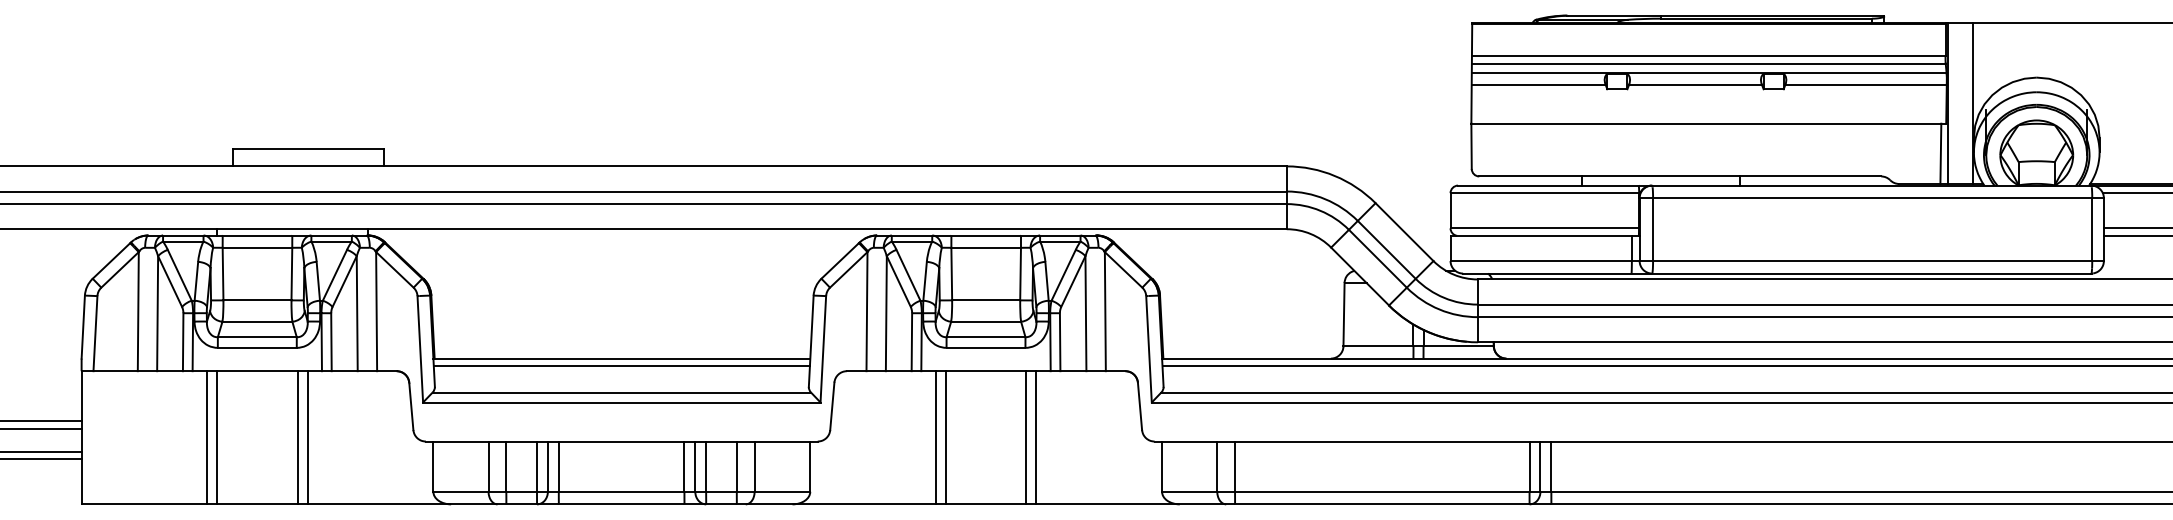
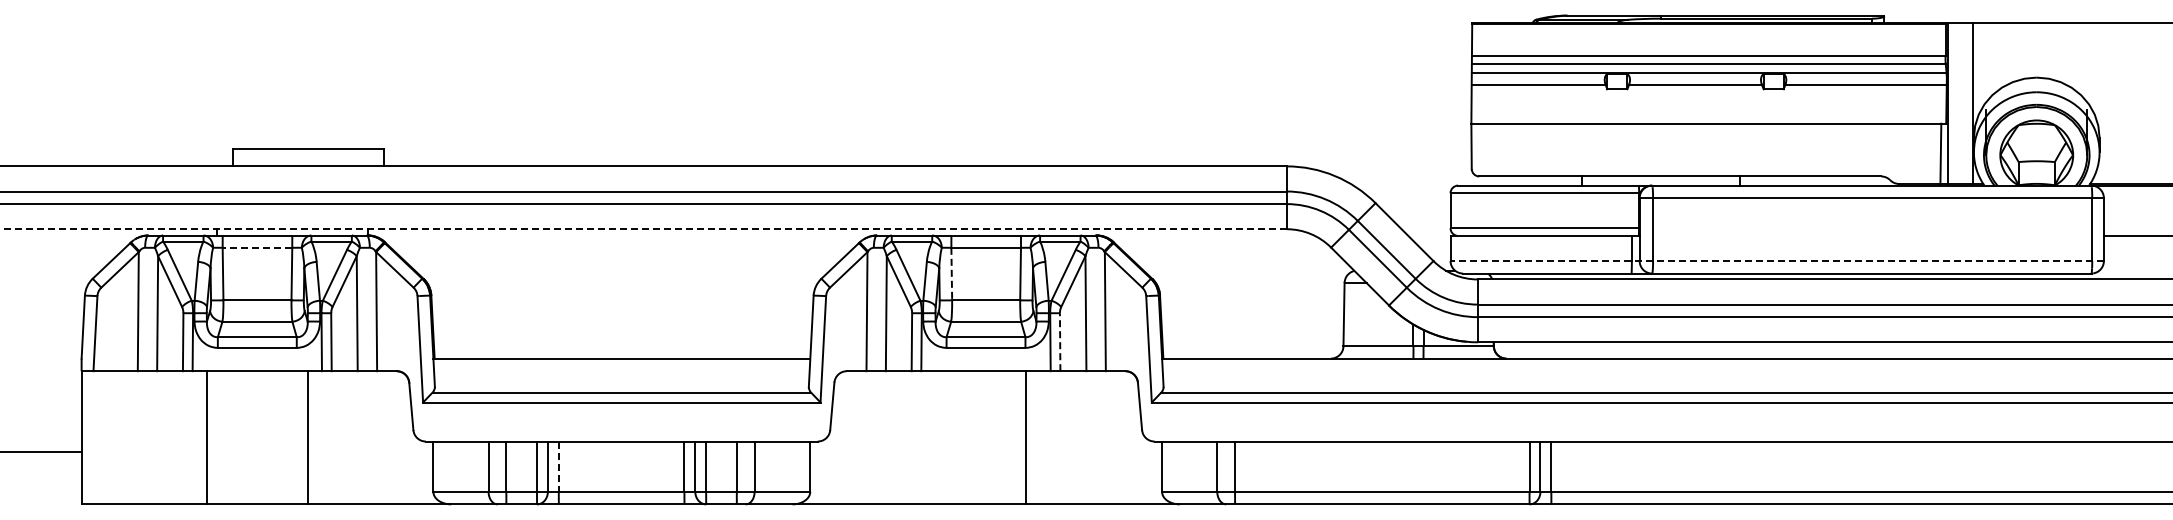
line at (2135, 193): present -> none
line at (2136, 228): present -> none
line at (643, 229): solid -> dashed
line at (257, 247): solid -> dashed
line at (1777, 261): solid -> dashed
line at (951, 274): solid -> dashed
line at (1060, 342): solid -> dashed
line at (621, 366): present -> none
line at (1665, 366): present -> none
line at (41, 421): present -> none
line at (41, 428): present -> none
line at (217, 437): present -> none
line at (297, 437): present -> none
line at (935, 437): present -> none
line at (945, 437): present -> none
line at (1036, 437): present -> none
line at (41, 459): present -> none
line at (558, 467): solid -> dashed
